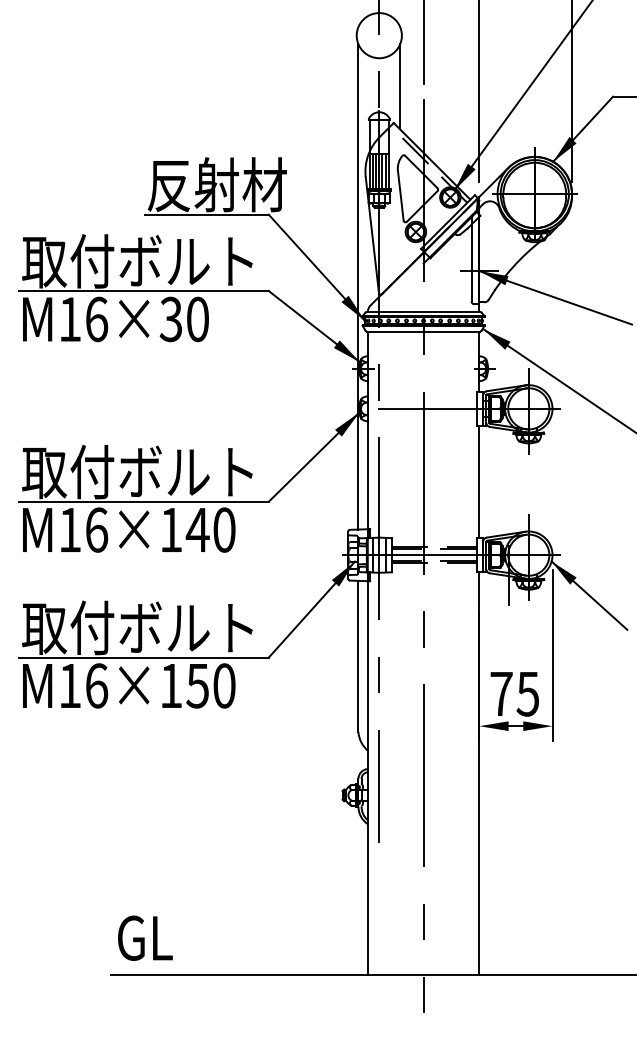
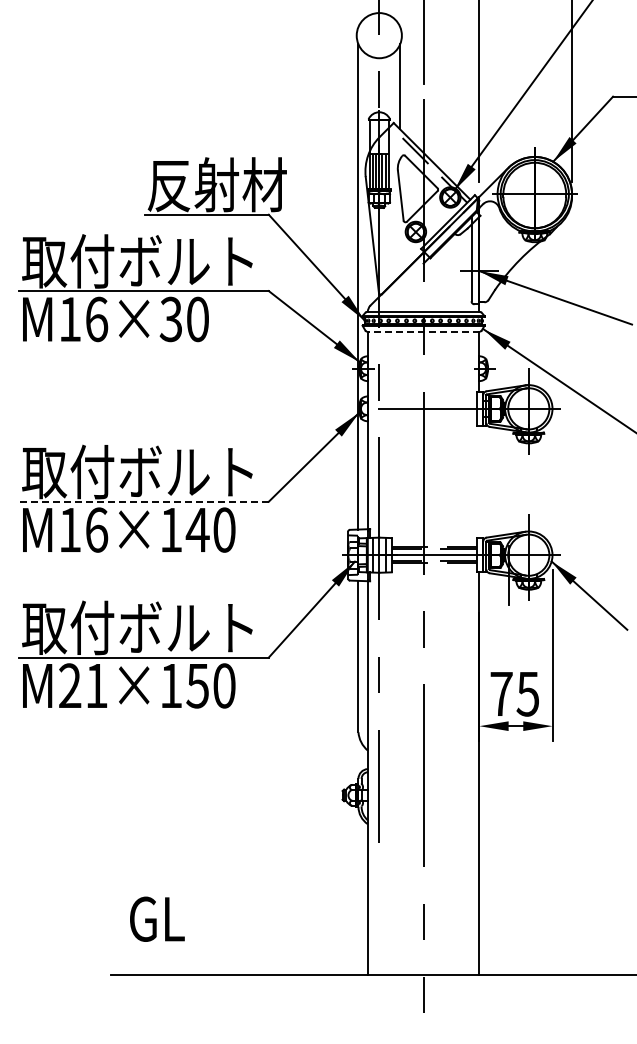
line at (423, 331): solid -> dashed
line at (479, 481): present -> none
line at (144, 501): solid -> dashed
text at (83, 685): M16×150 -> M21×150
text at (145, 937) position: (145, 937) -> (157, 918)
